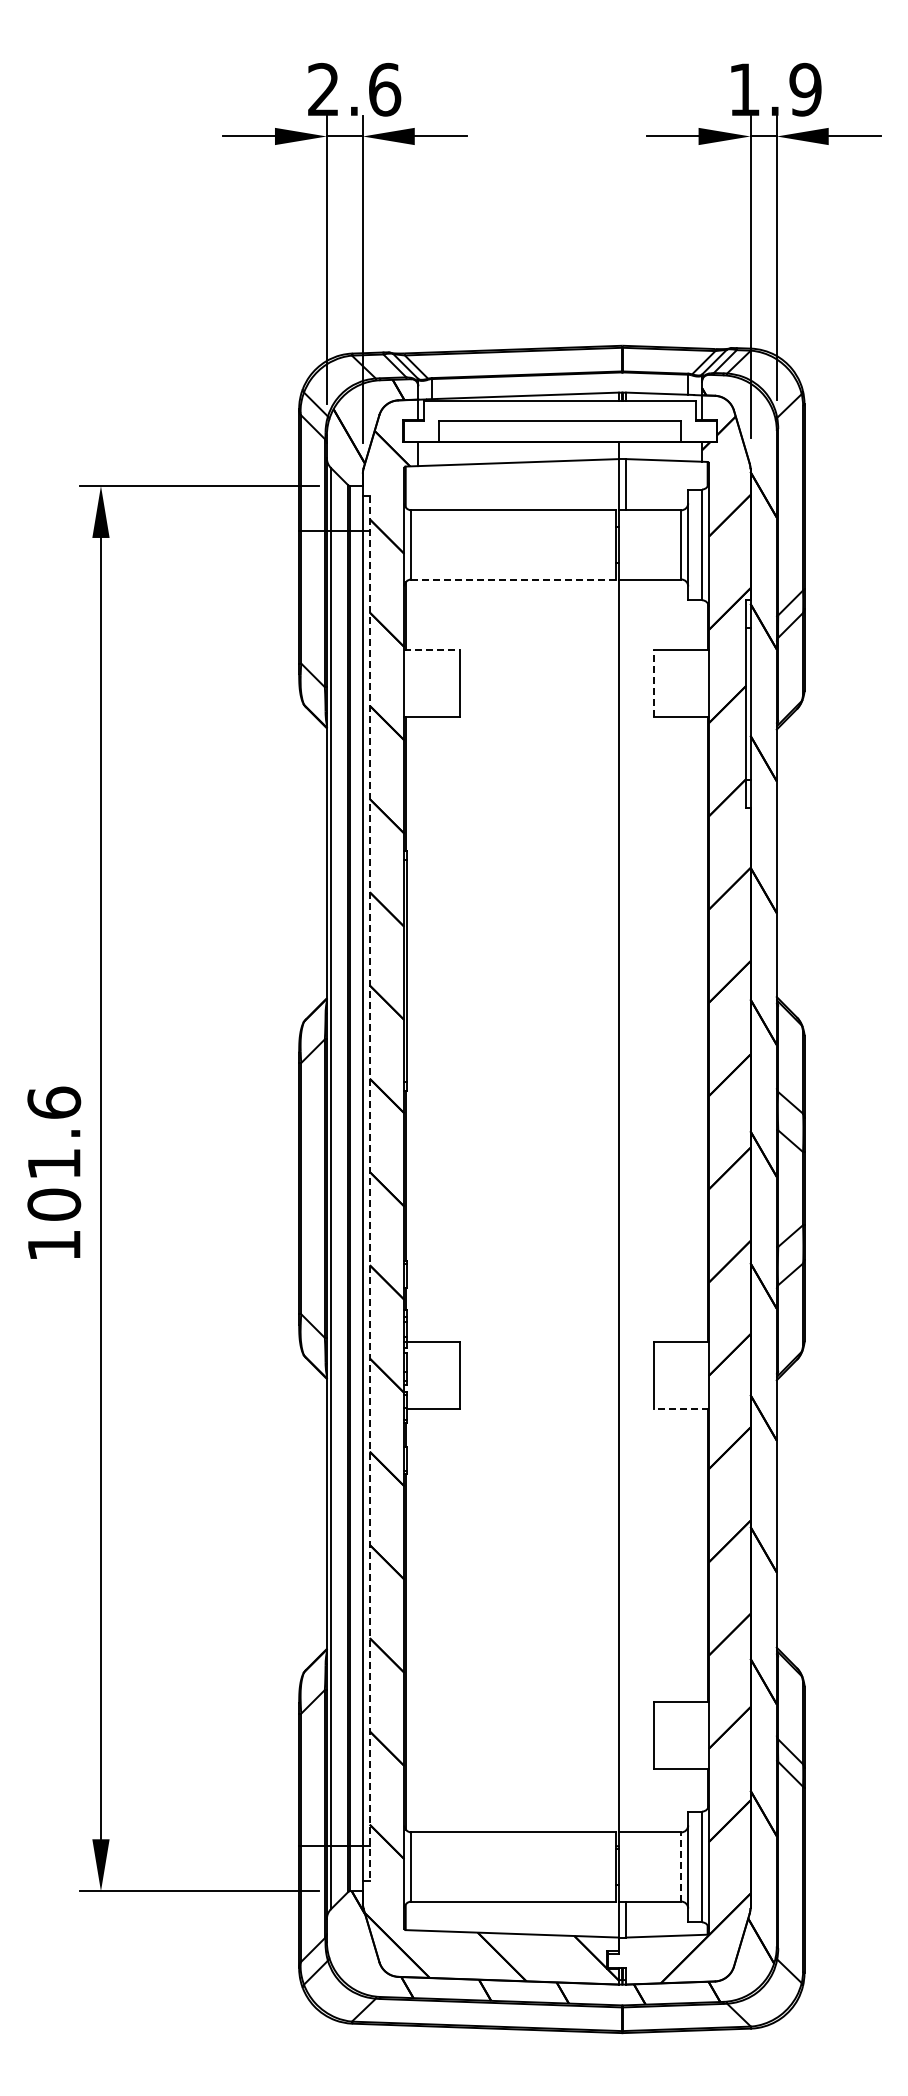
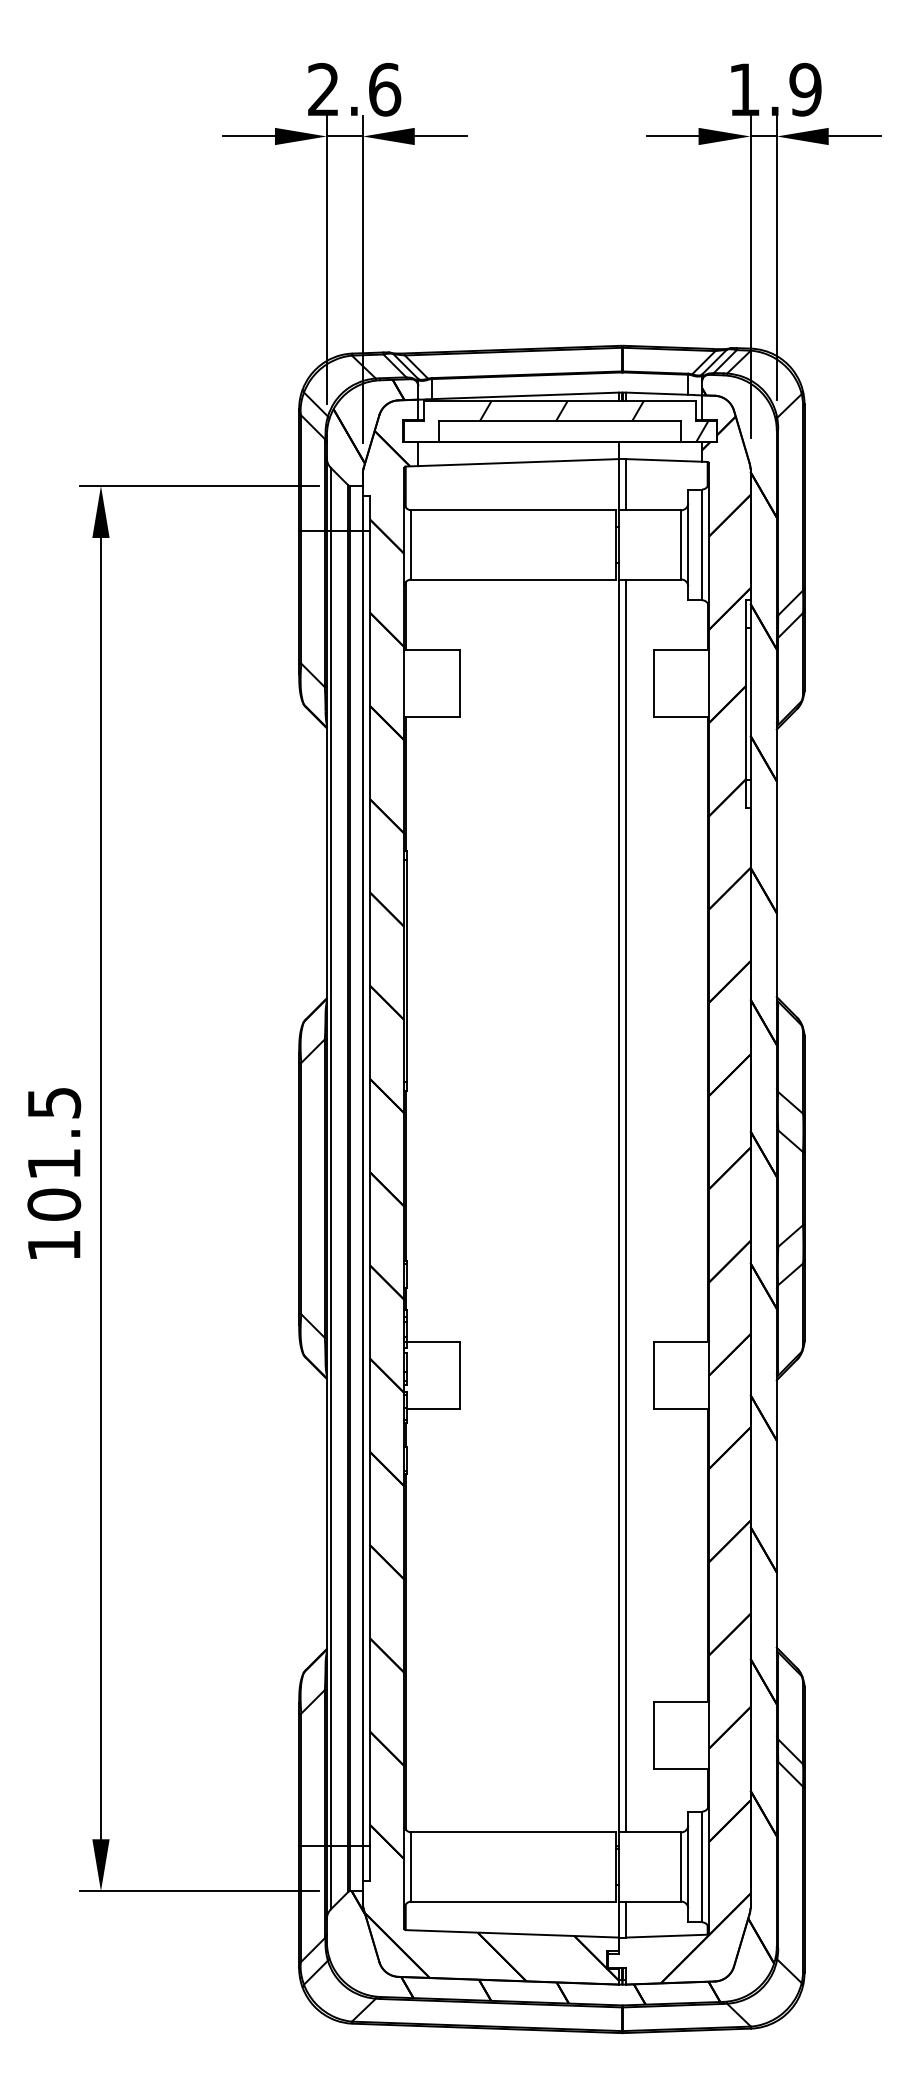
hatch at (555, 420): none -> present
line at (514, 579): dashed -> solid
line at (432, 650): dashed -> solid
line at (653, 682): dashed -> solid
text at (54, 1102): 101.6 -> 101.5
line at (369, 1189): dashed -> solid
line at (625, 1205): none -> present
line at (681, 1408): dashed -> solid
line at (681, 1866): dashed -> solid
